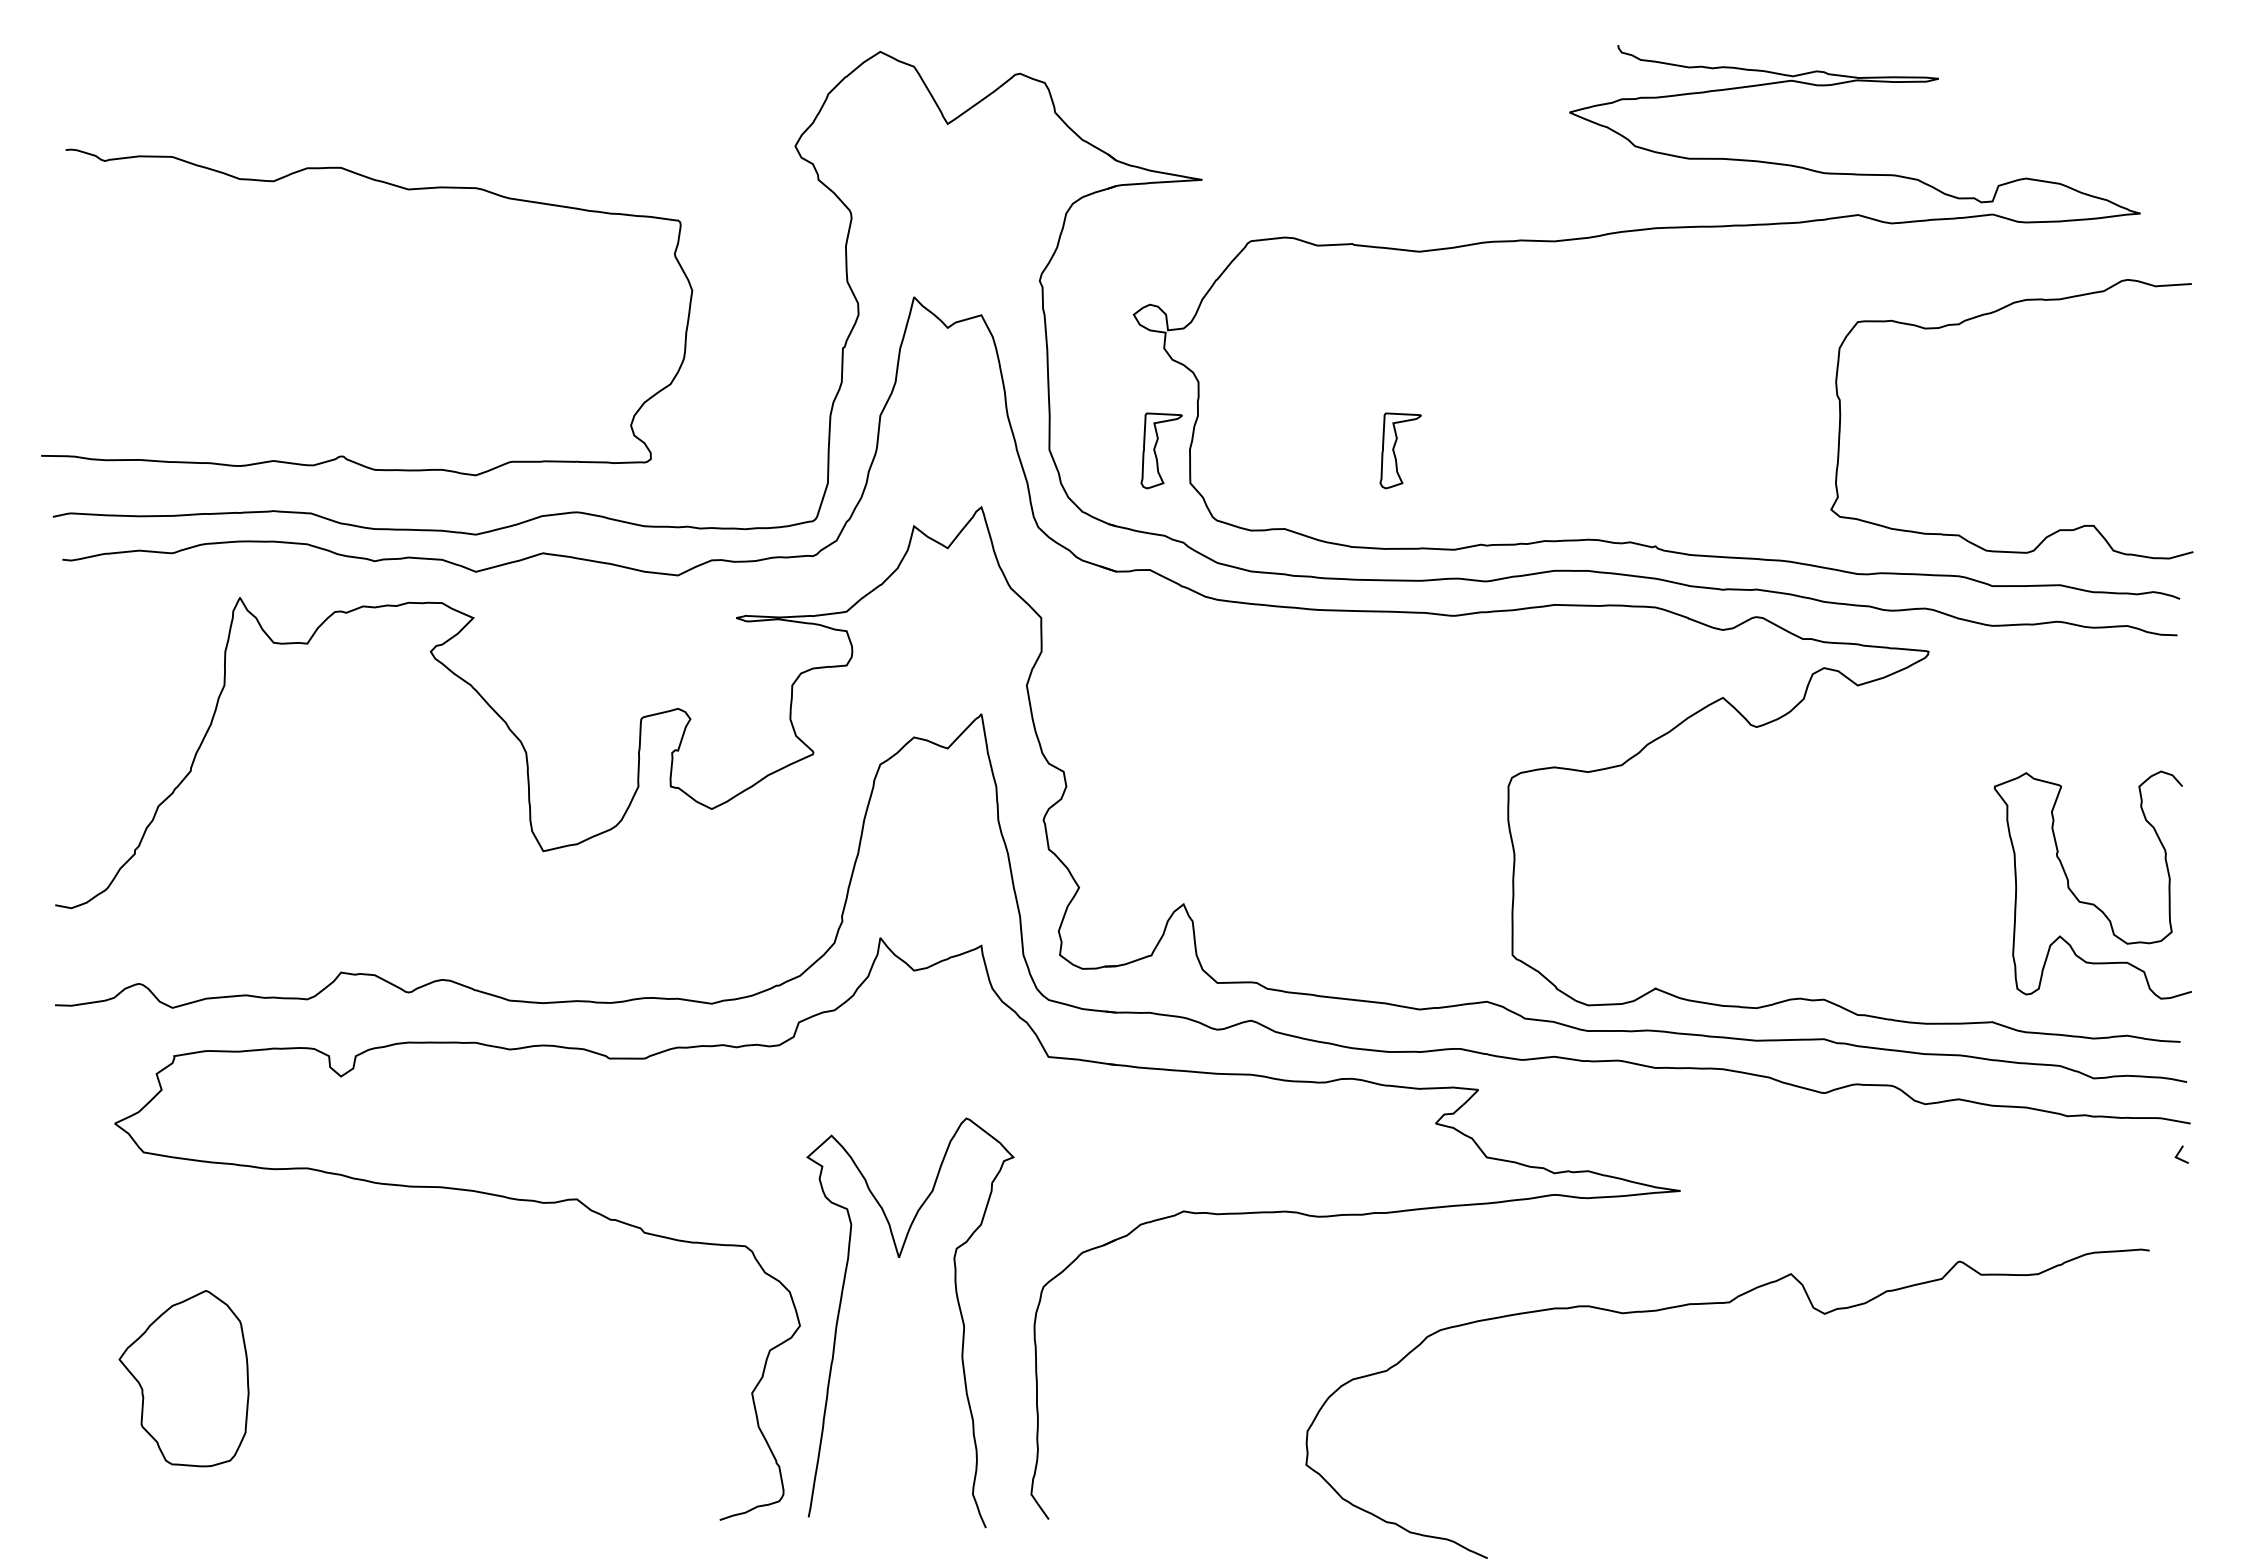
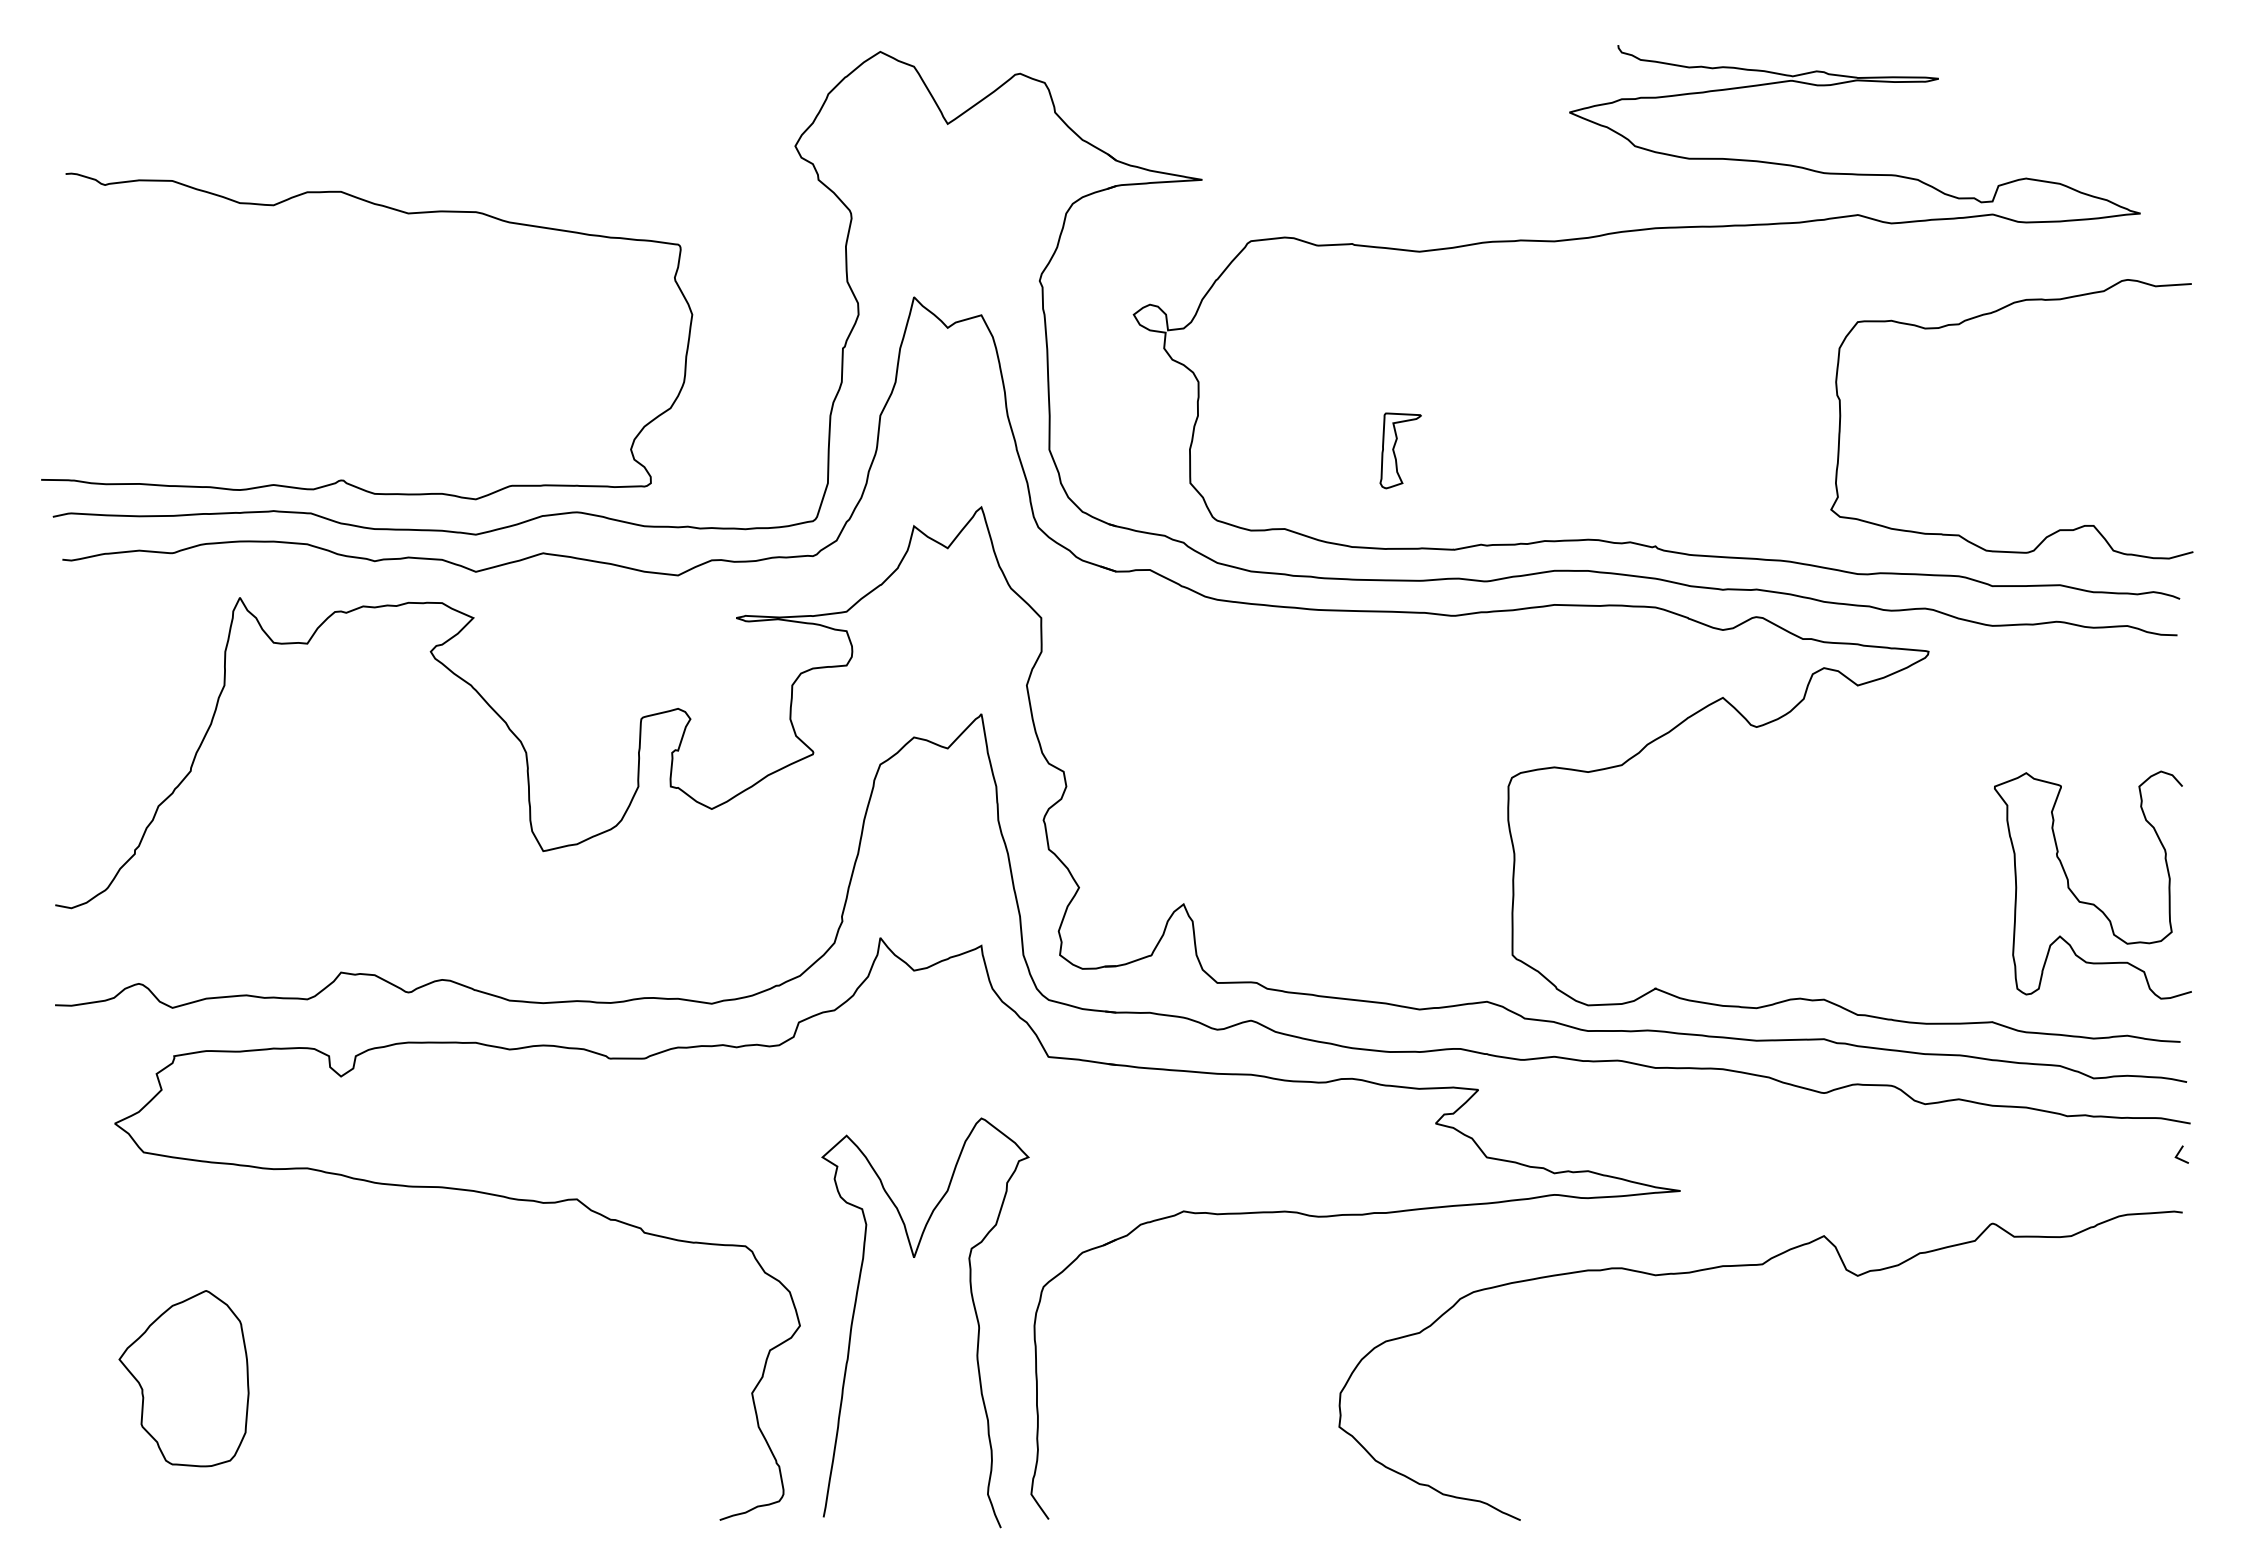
curve at (400, 188) position: (400, 188) -> (400, 212)
part at (1161, 450): present -> none
curve at (1714, 1304) position: (1714, 1304) -> (1747, 1266)
curve at (959, 1311) position: (959, 1311) -> (974, 1311)
